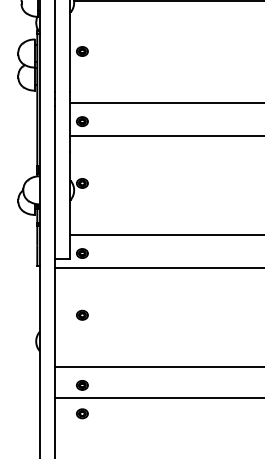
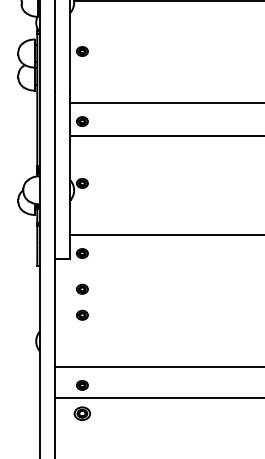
line at (158, 267): present -> none
part at (82, 288): none -> present
part at (82, 413) size: 13x12 px -> 18x15 px
